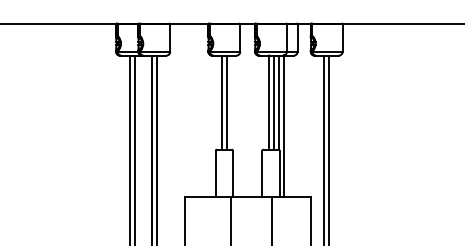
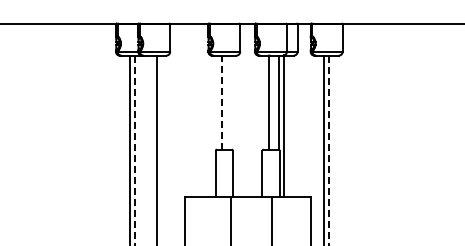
line at (221, 102): solid -> dashed
line at (226, 102): present -> none
line at (273, 102): present -> none
line at (151, 148): present -> none
line at (134, 150): solid -> dashed
line at (329, 150): solid -> dashed
